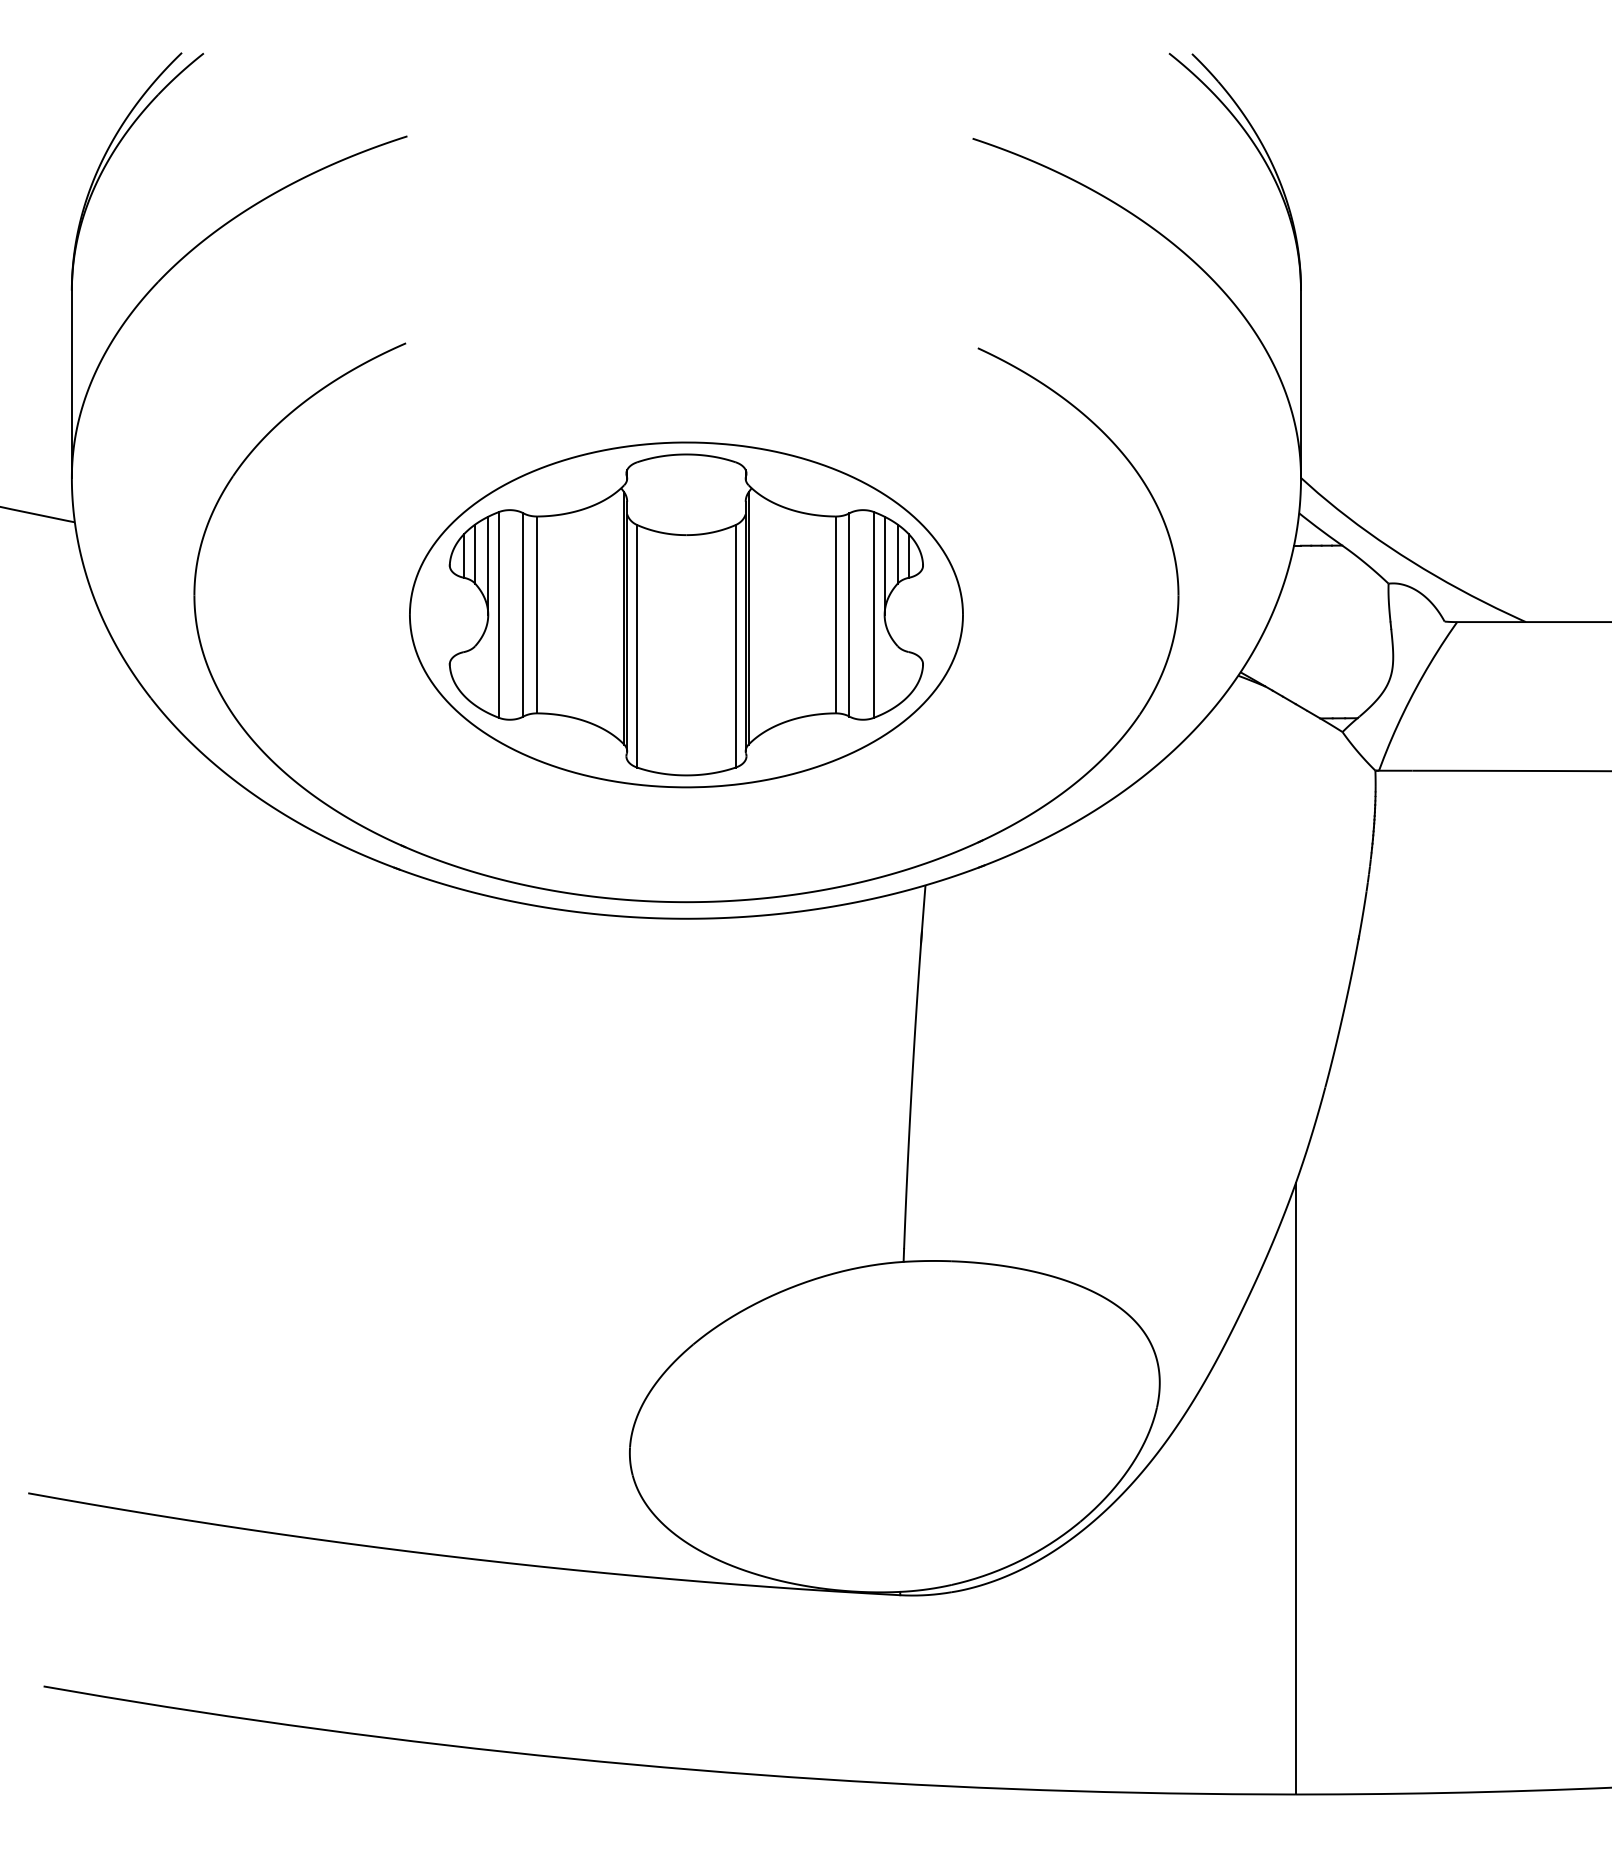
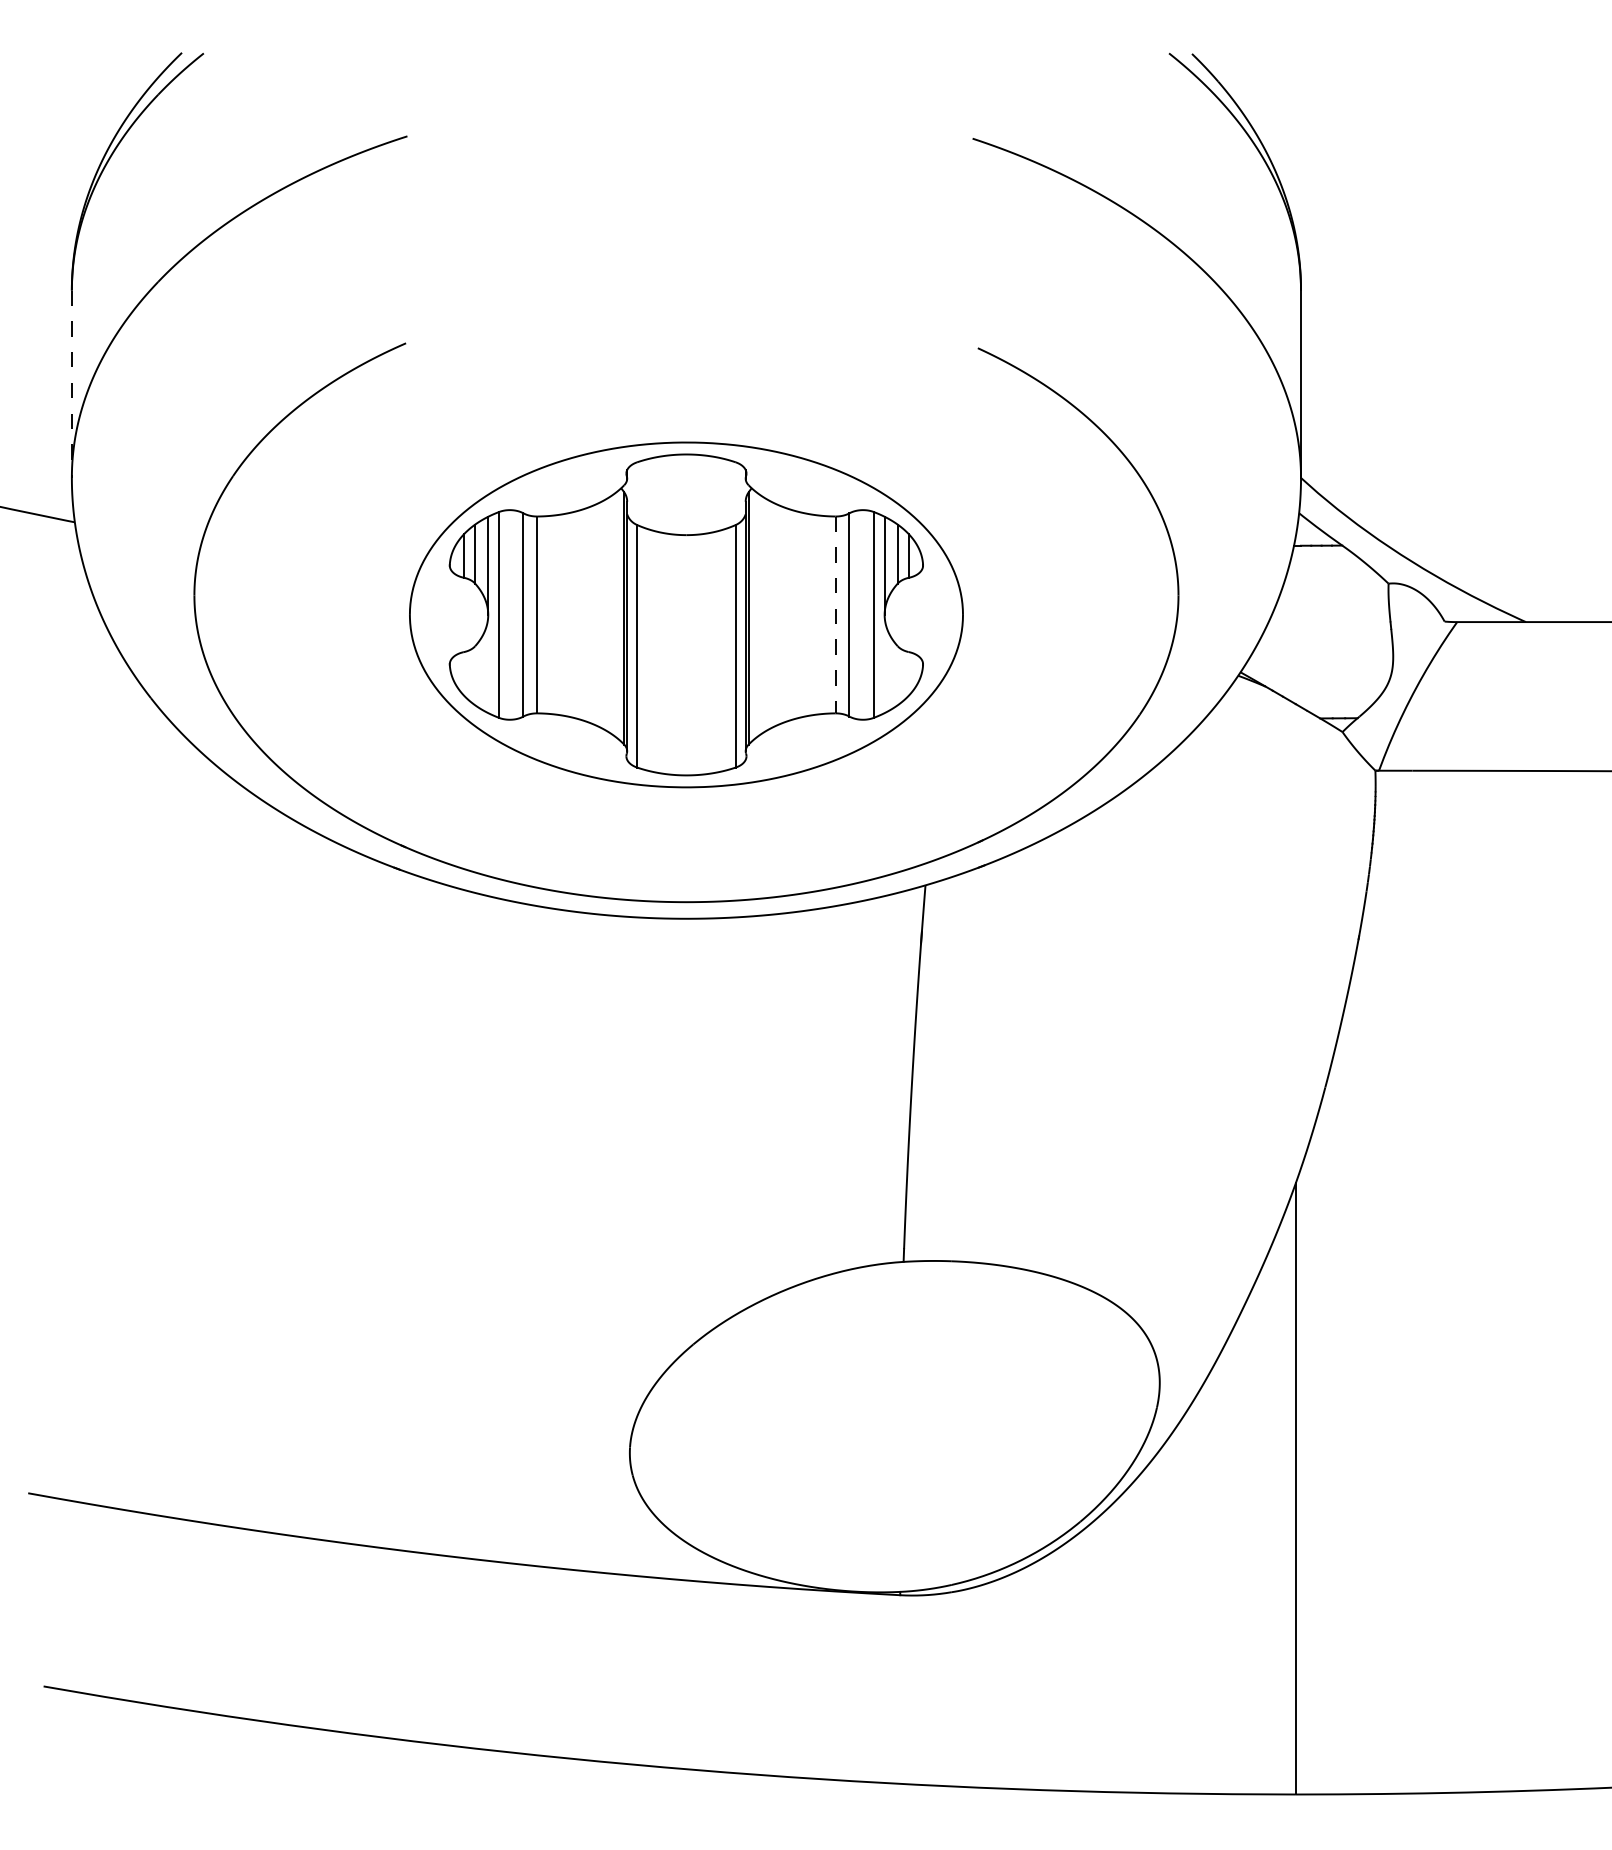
line at (71, 384): solid -> dashed
line at (835, 615): solid -> dashed
